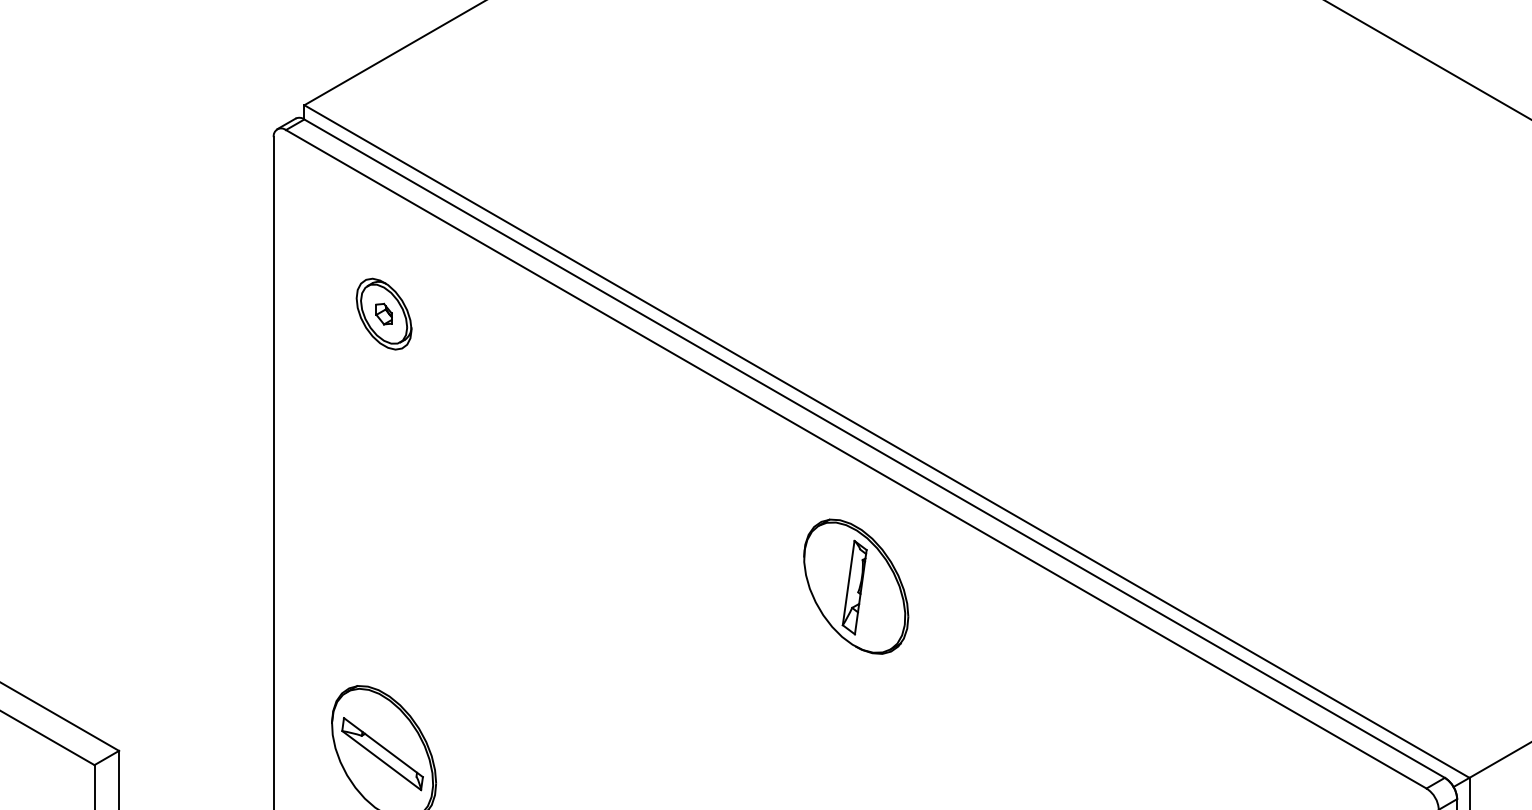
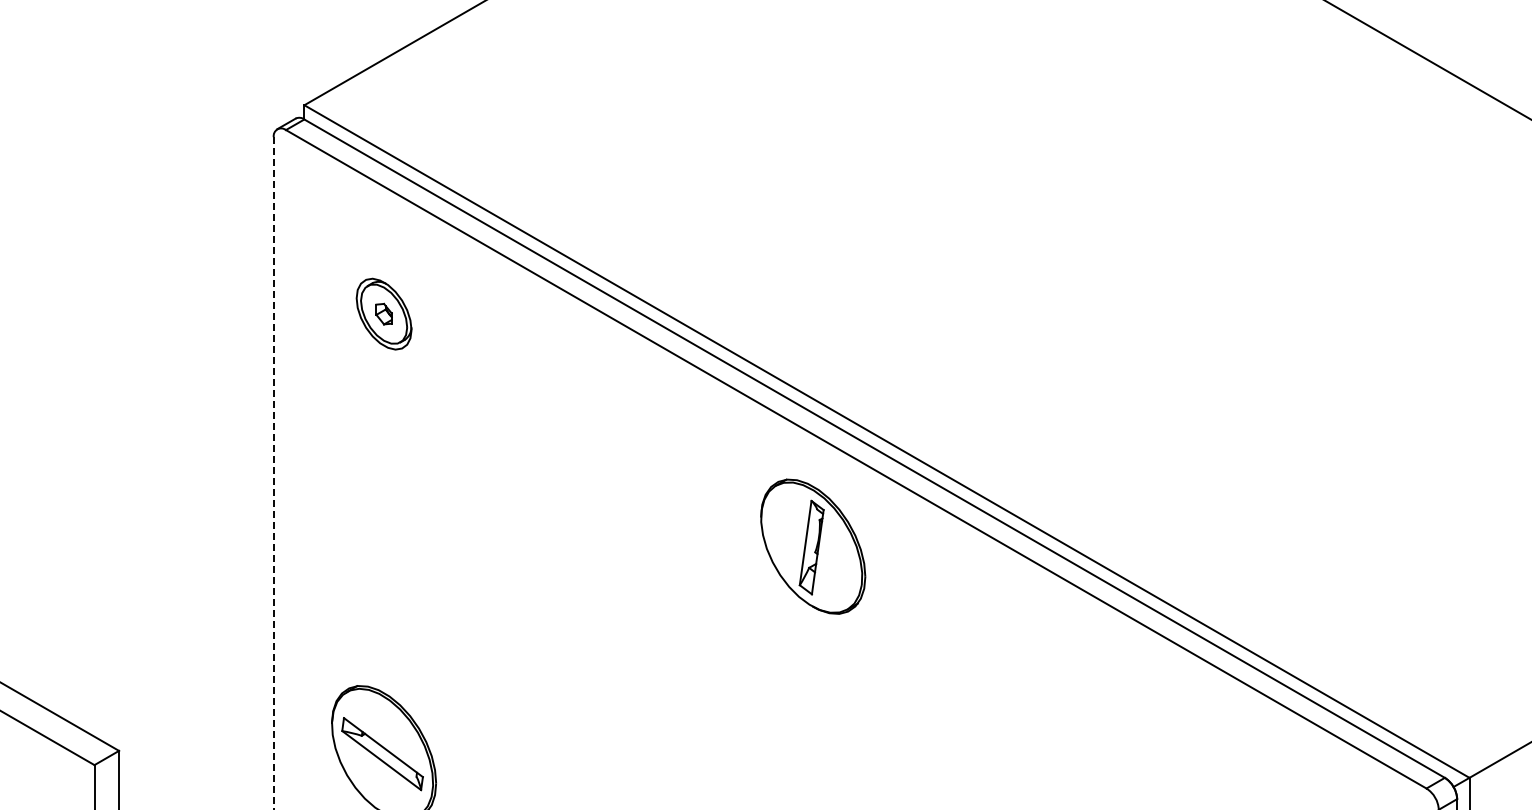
line at (273, 473): solid -> dashed
part at (856, 586) position: (856, 586) -> (813, 546)
